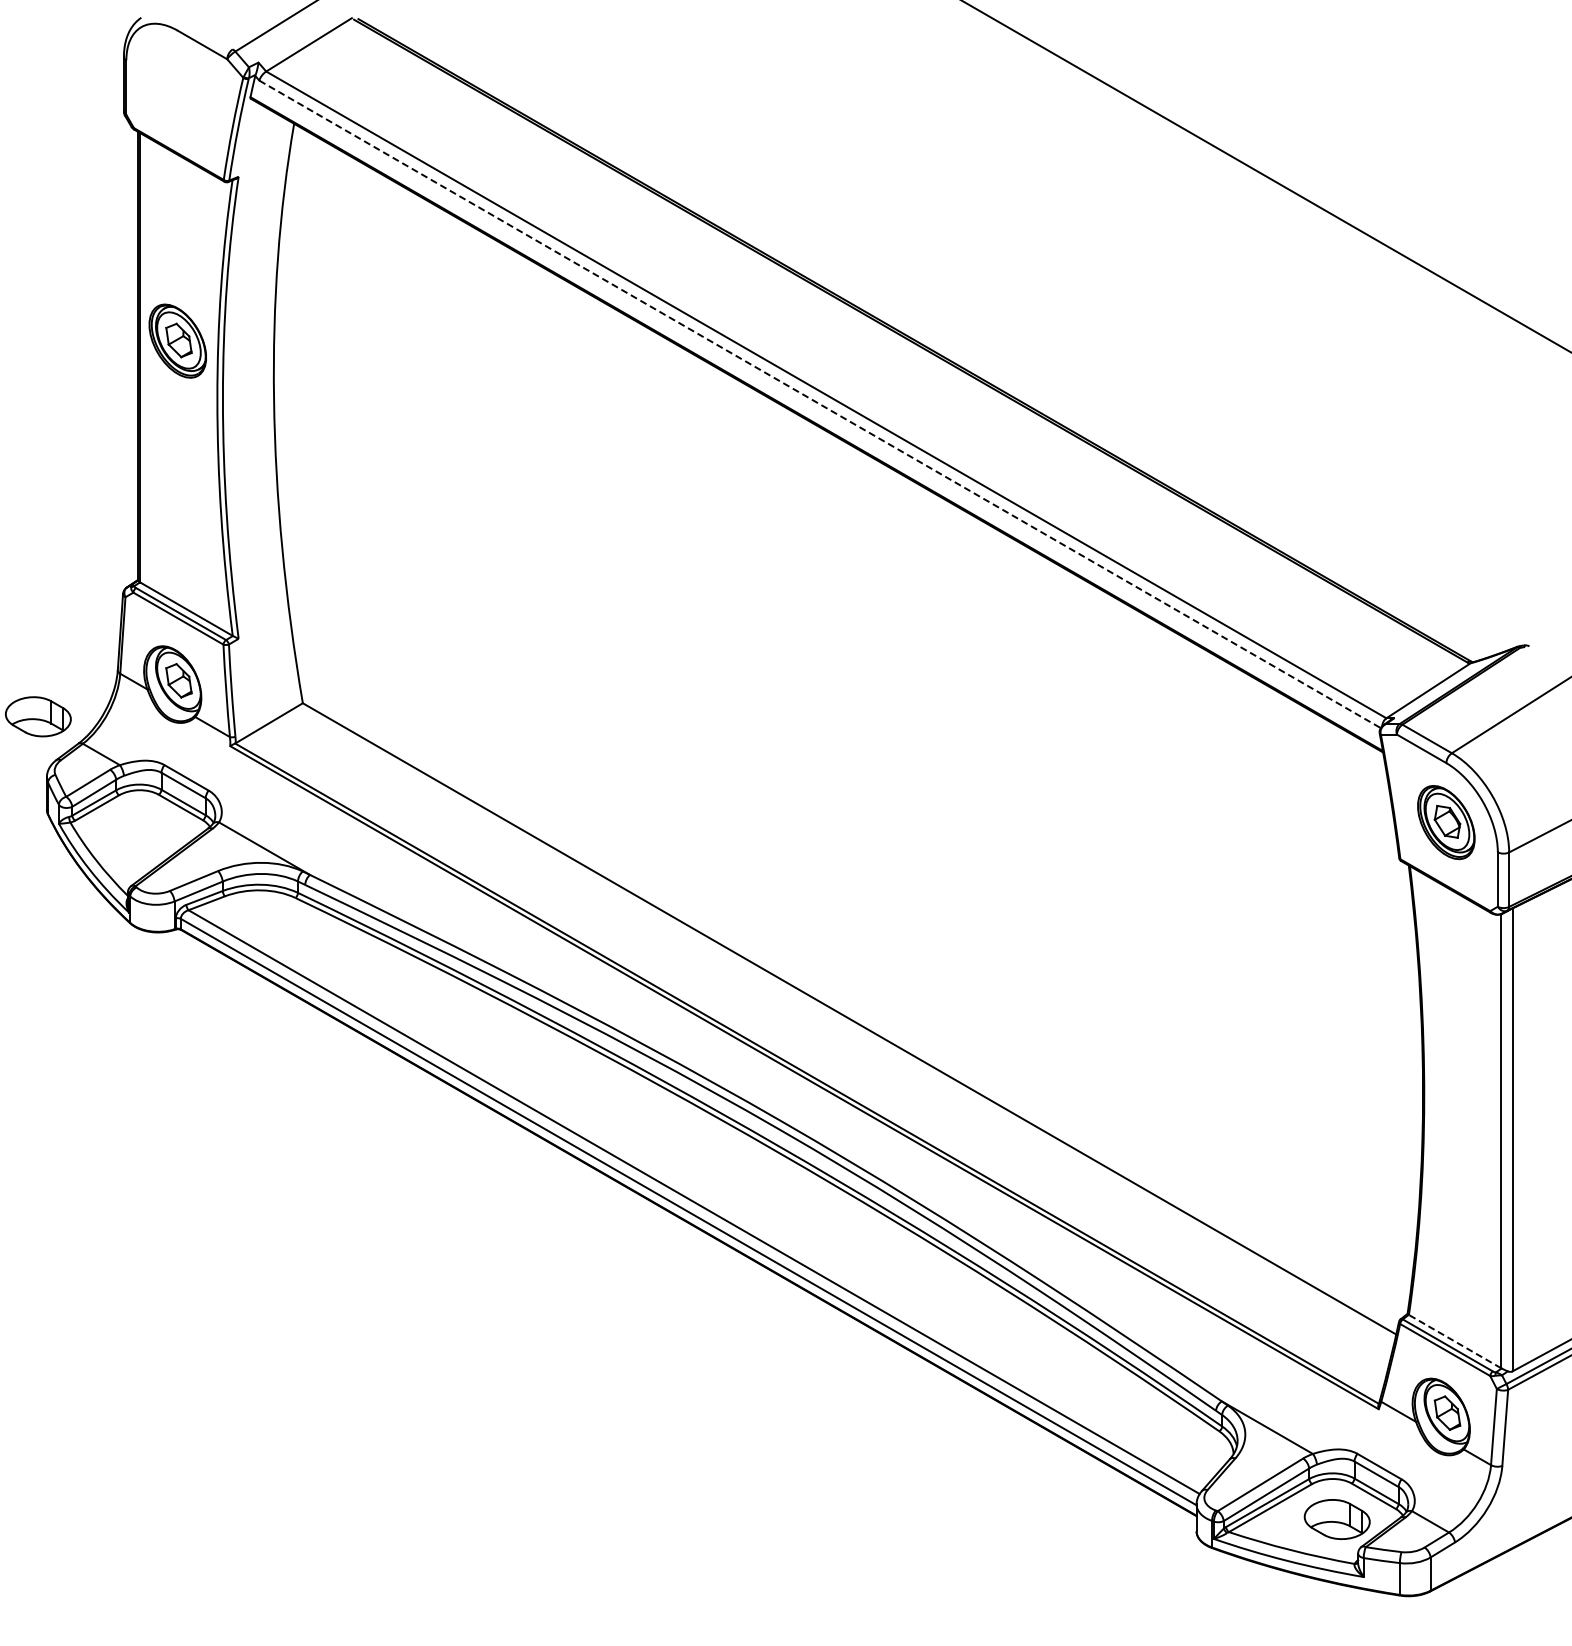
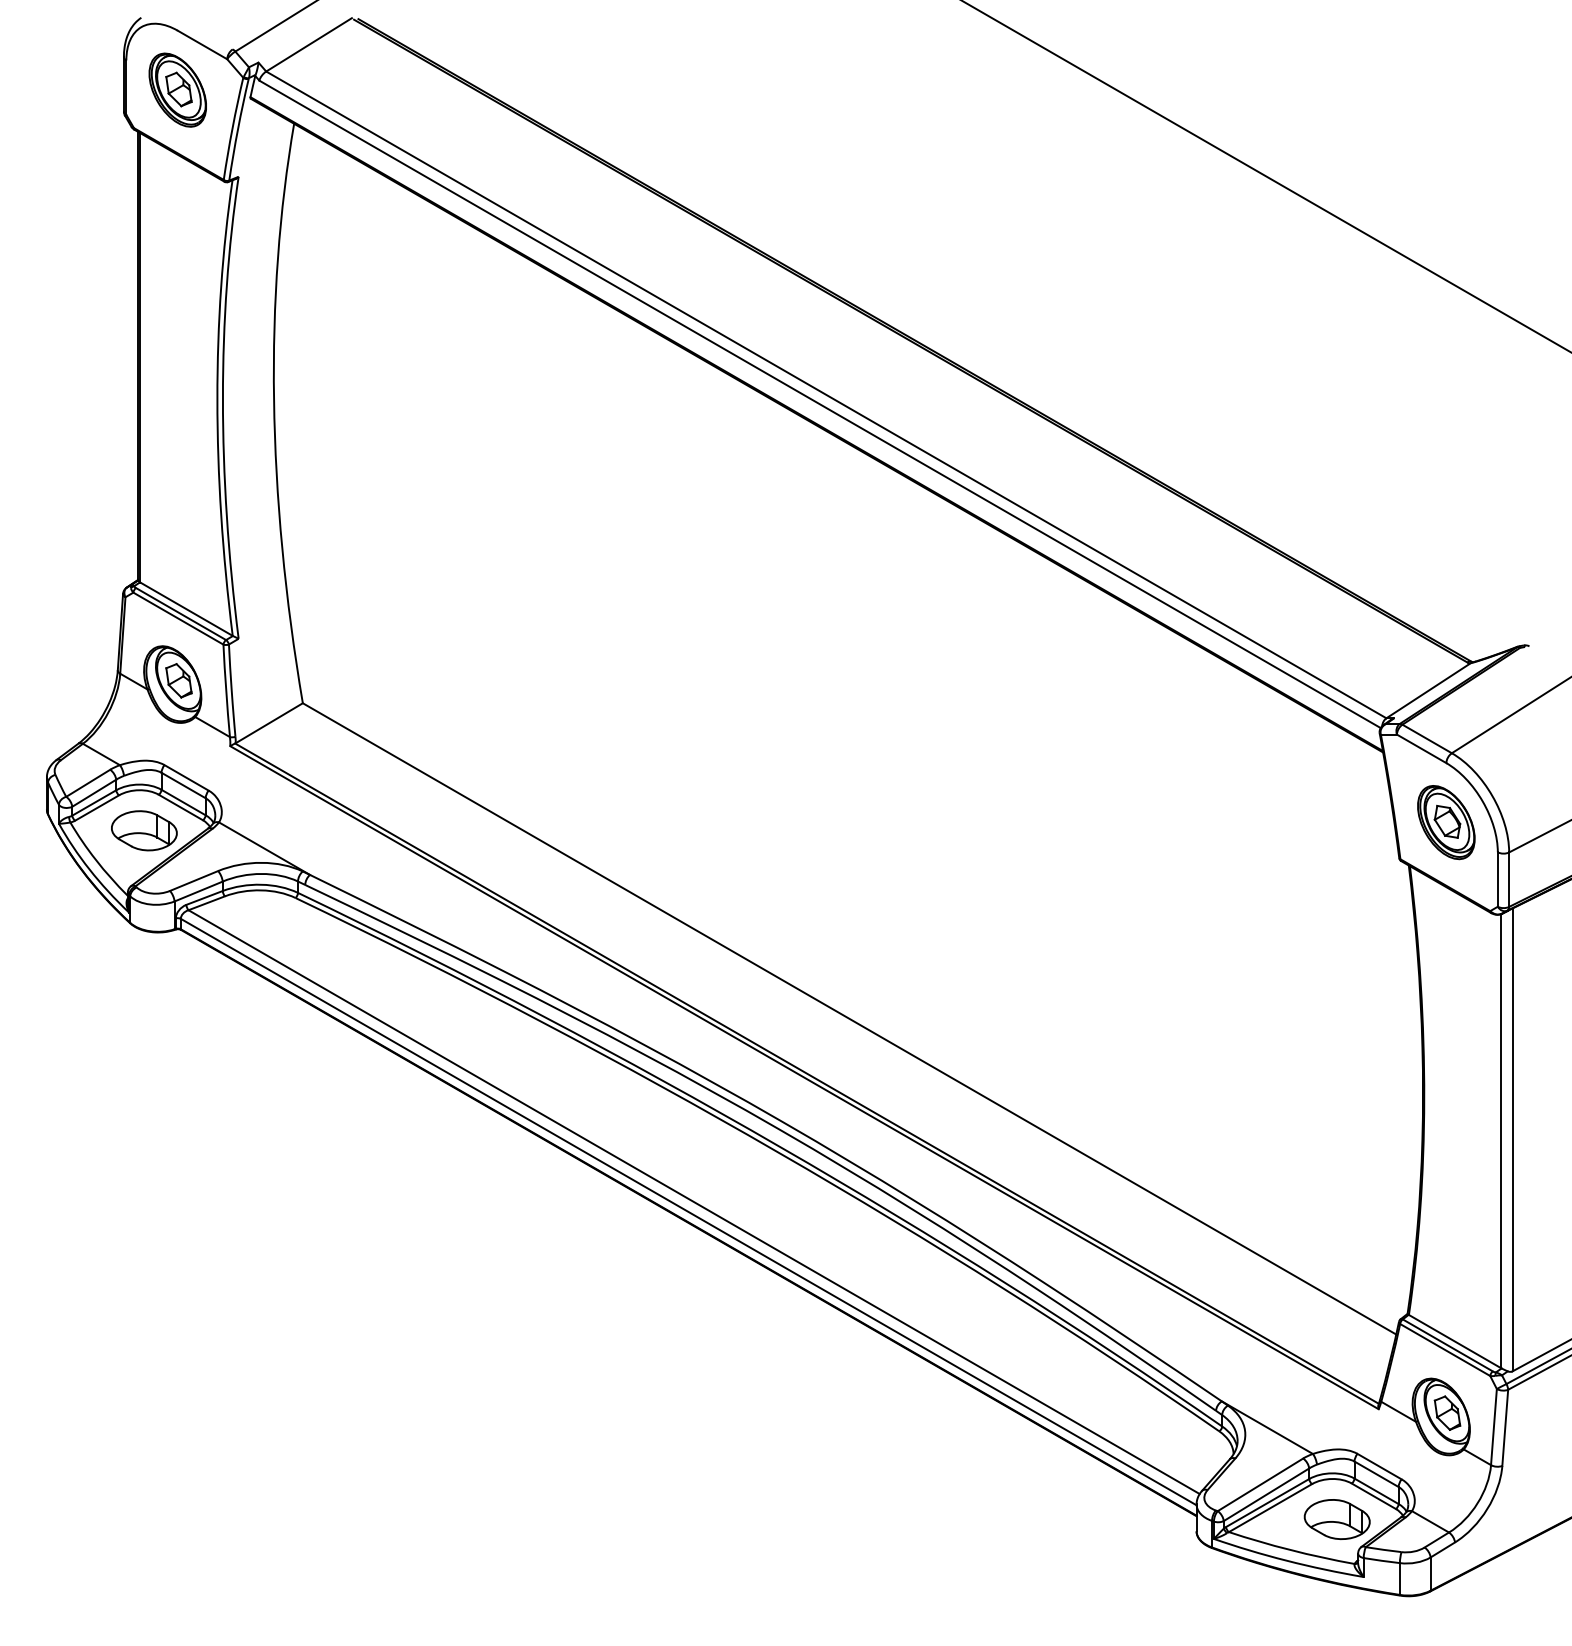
part at (177, 340) position: (177, 340) -> (177, 89)
line at (820, 404): dashed -> solid
part at (38, 716) position: (38, 716) -> (144, 830)
line at (1454, 1341): dashed -> solid
